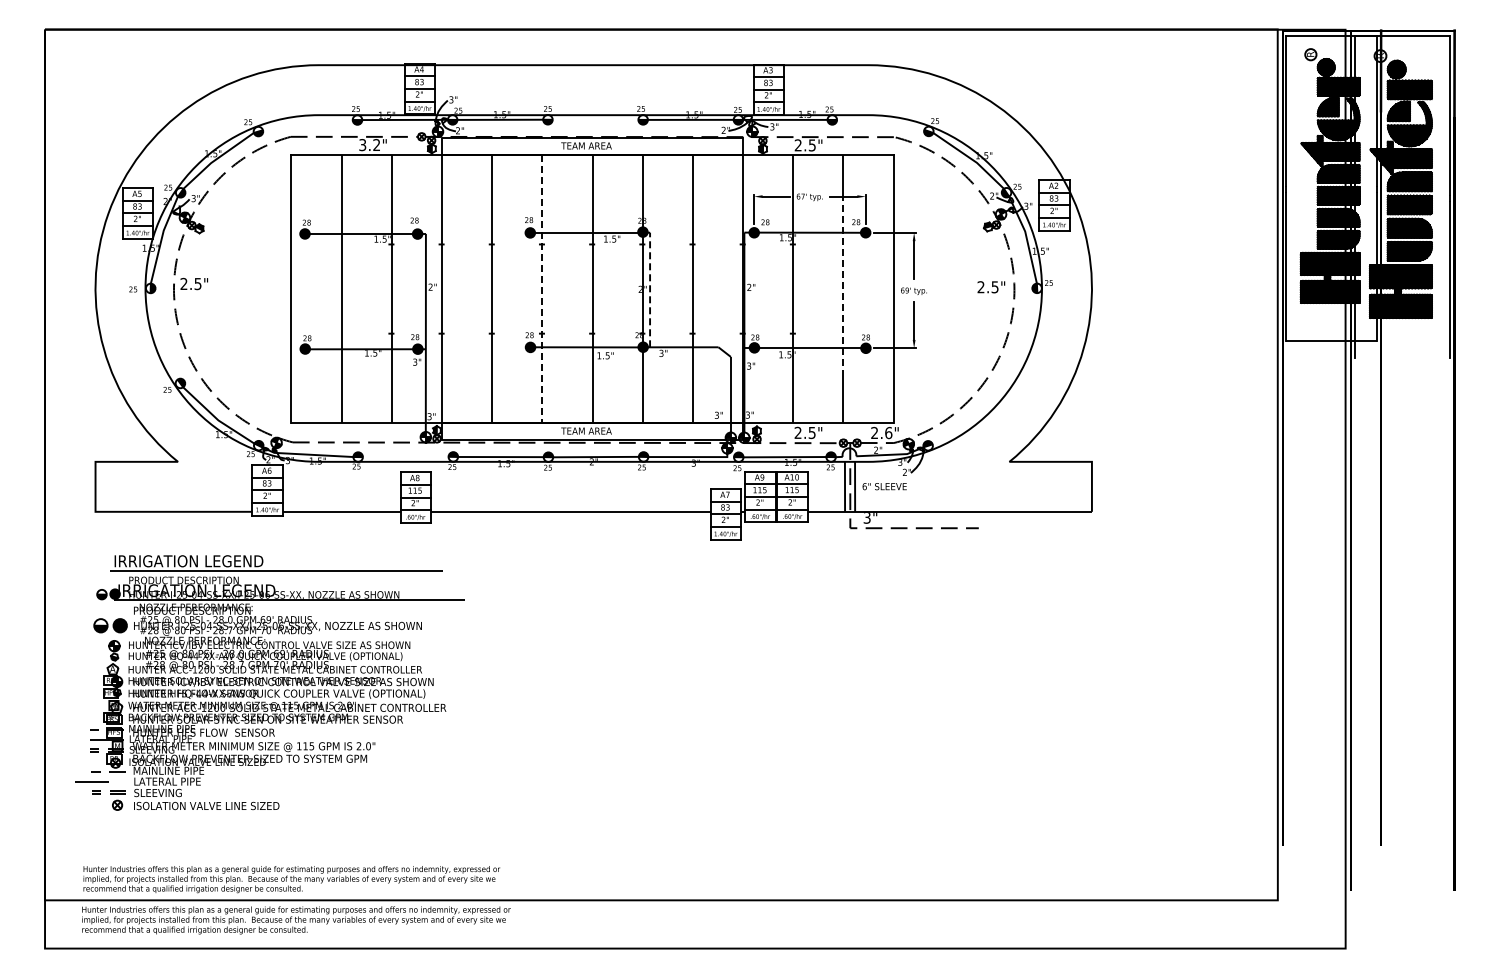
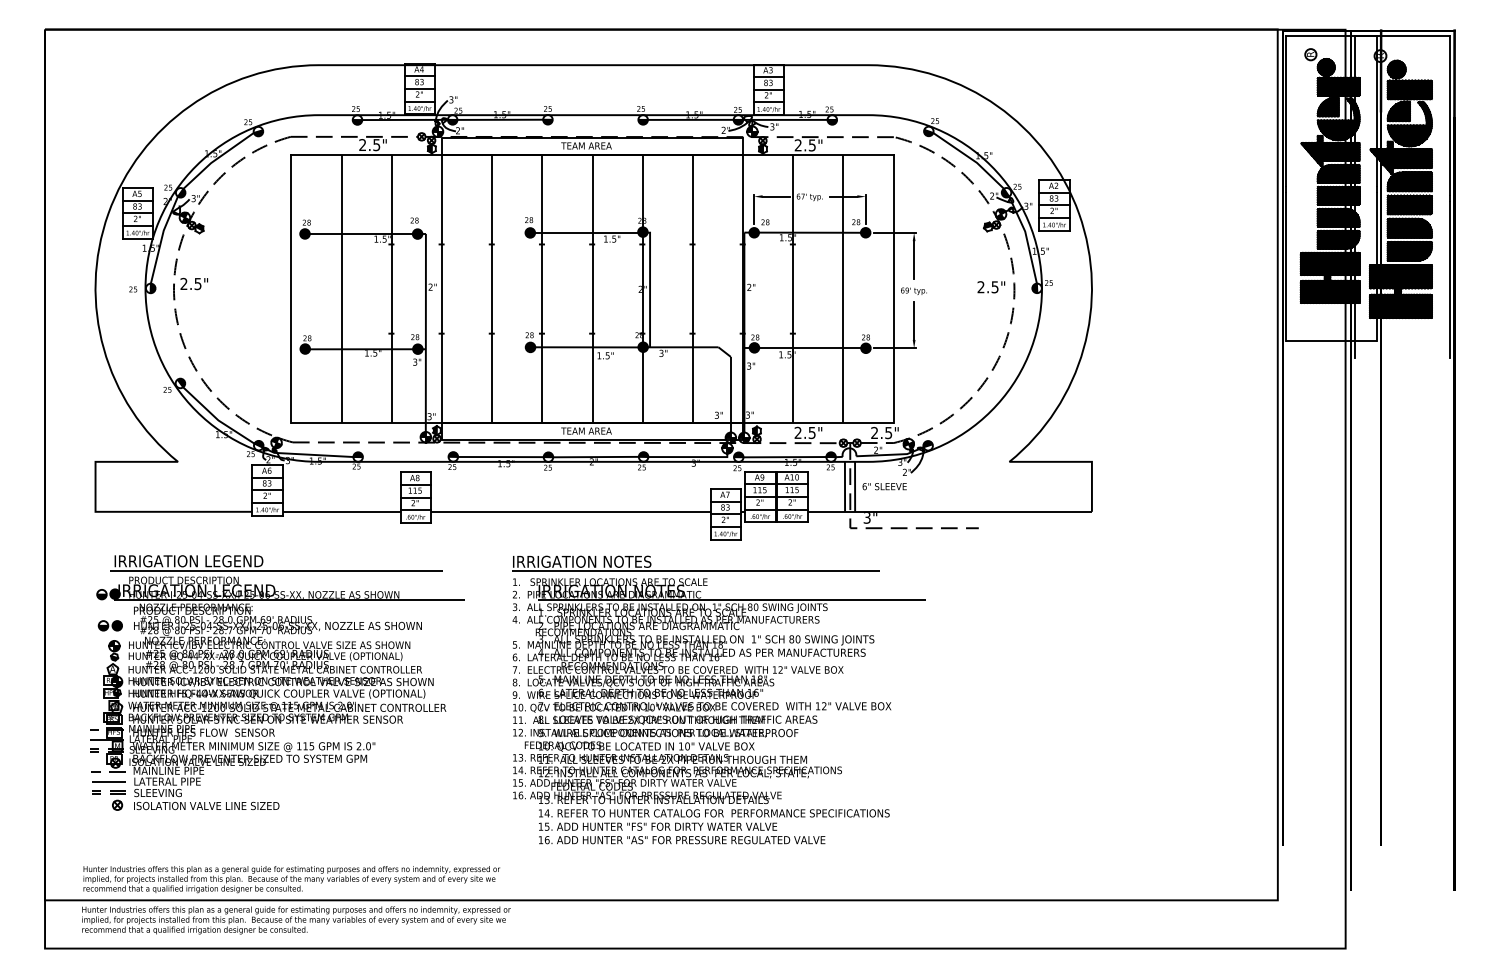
text at (369, 145): 3.2" -> 2.5"
line at (650, 288): dashed -> solid
line at (542, 289): dashed -> solid
line at (843, 289): dashed -> solid
text at (888, 432): 2.6" -> 2.5"
part at (110, 625) size: 35x16 px -> 26x12 px
part at (718, 699): none -> present
line at (91, 781) position: (91, 781) -> (108, 781)
